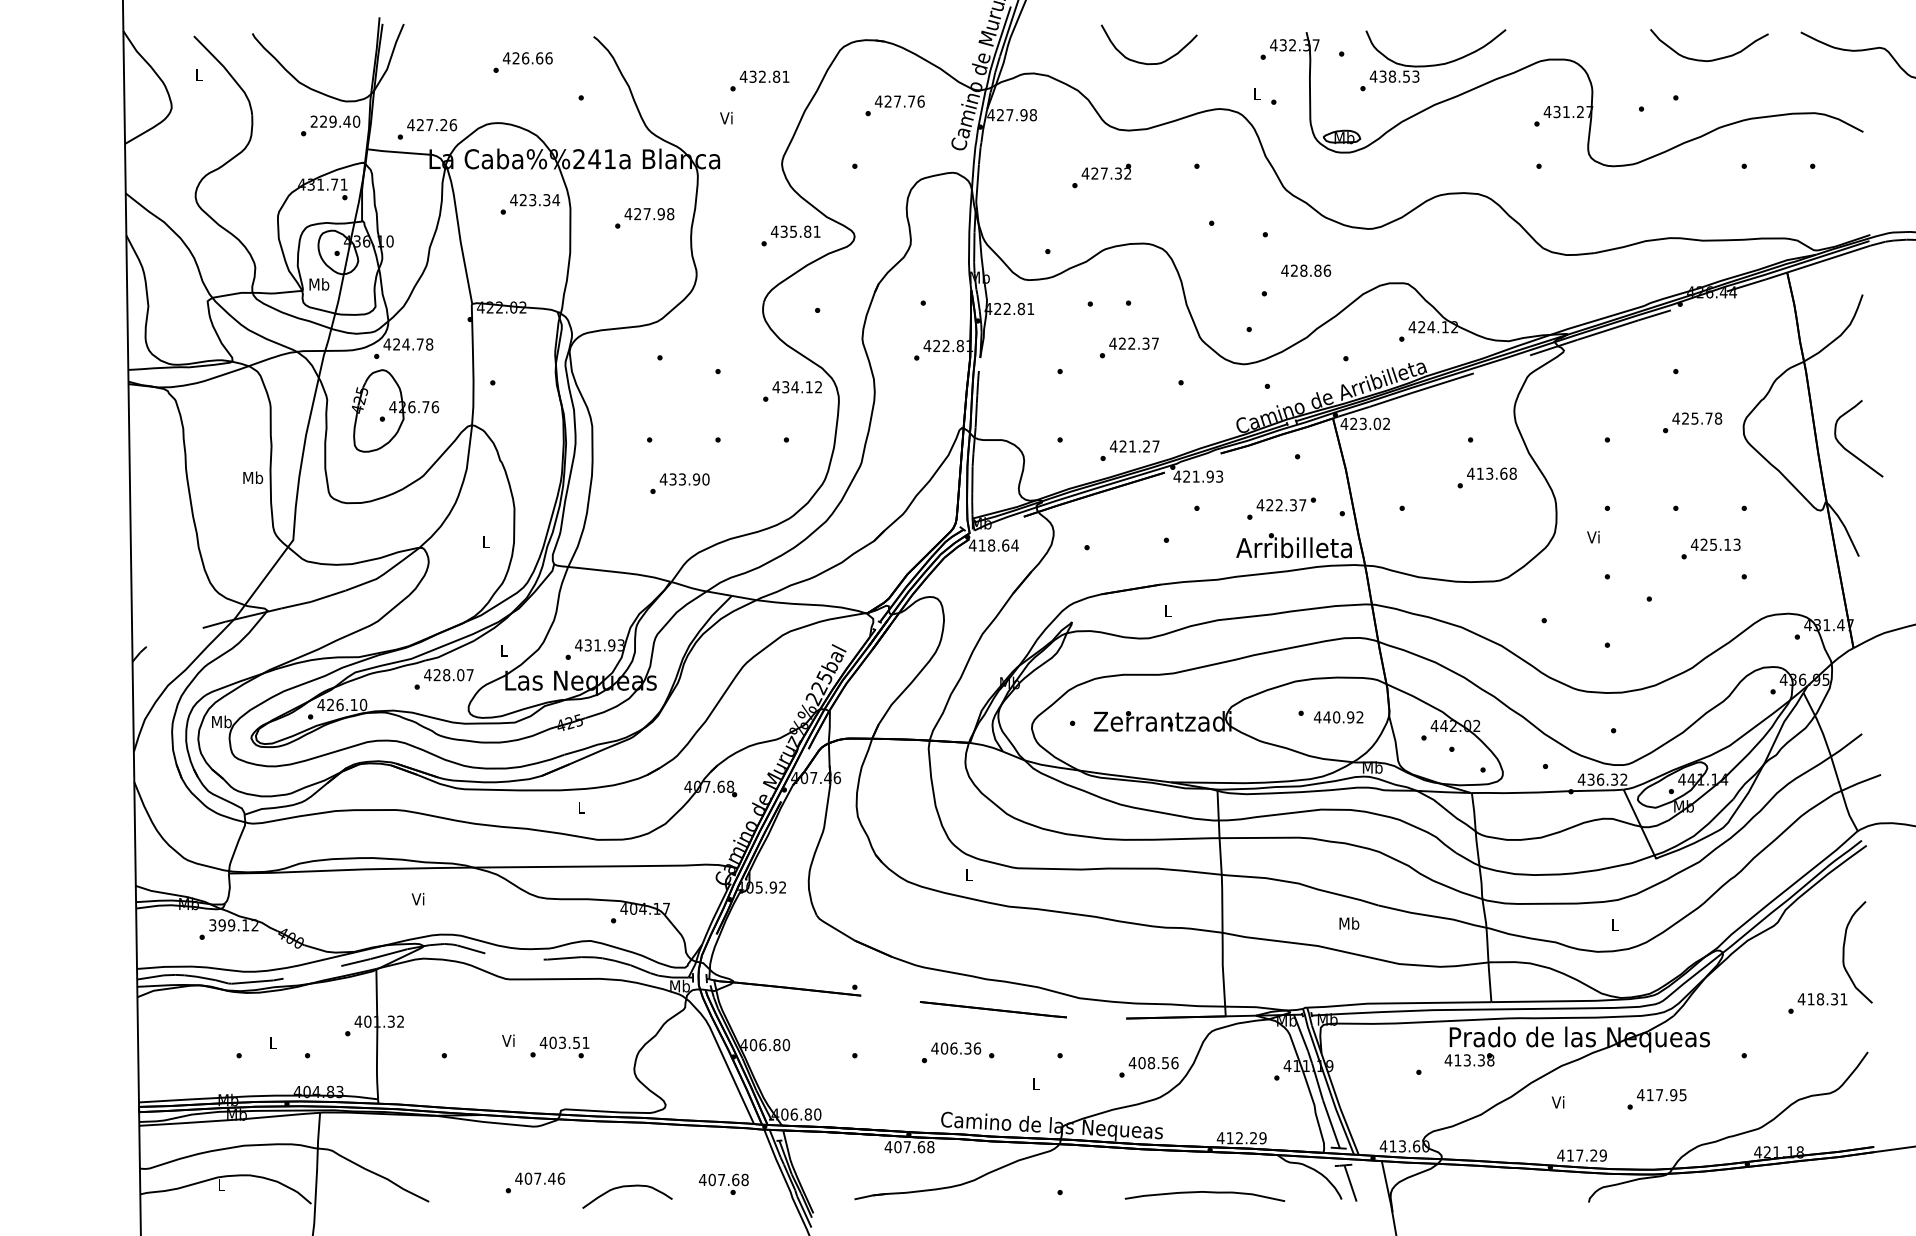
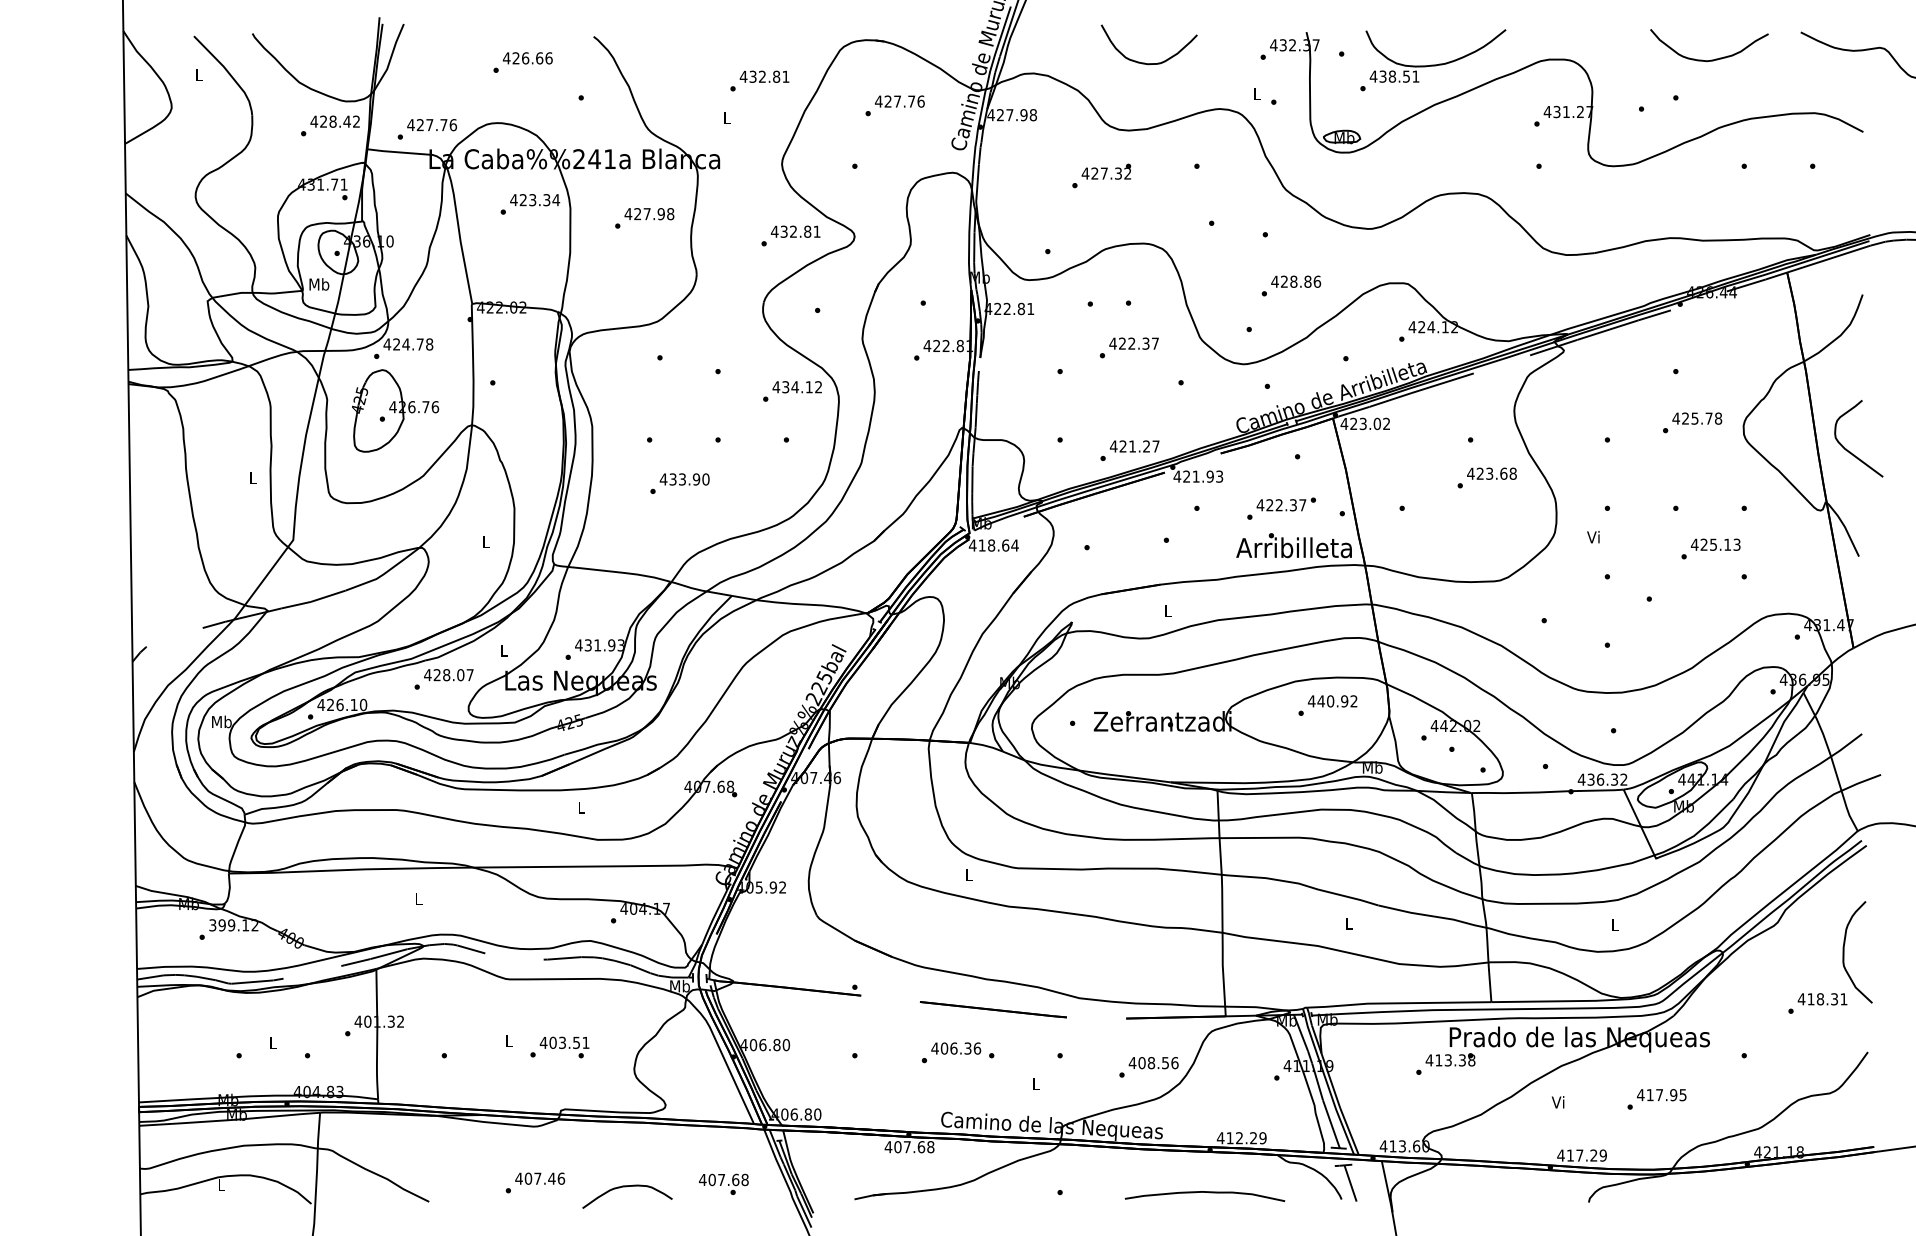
text at (1415, 76): 438.53 -> 438.51
text at (726, 118): Vi -> L
text at (335, 121): 229.40 -> 428.42
text at (443, 125): 427.26 -> 427.76
text at (793, 231): 435.81 -> 432.81
text at (1306, 270) position: (1306, 270) -> (1296, 281)
text at (1479, 473): 413.68 -> 423.68
text at (253, 477): Mb -> L
text at (1338, 717) position: (1338, 717) -> (1332, 701)
text at (417, 898): Vi -> L
text at (1349, 923): Mb -> L
text at (508, 1040): Vi -> L
text at (1469, 1059) position: (1469, 1059) -> (1450, 1059)
